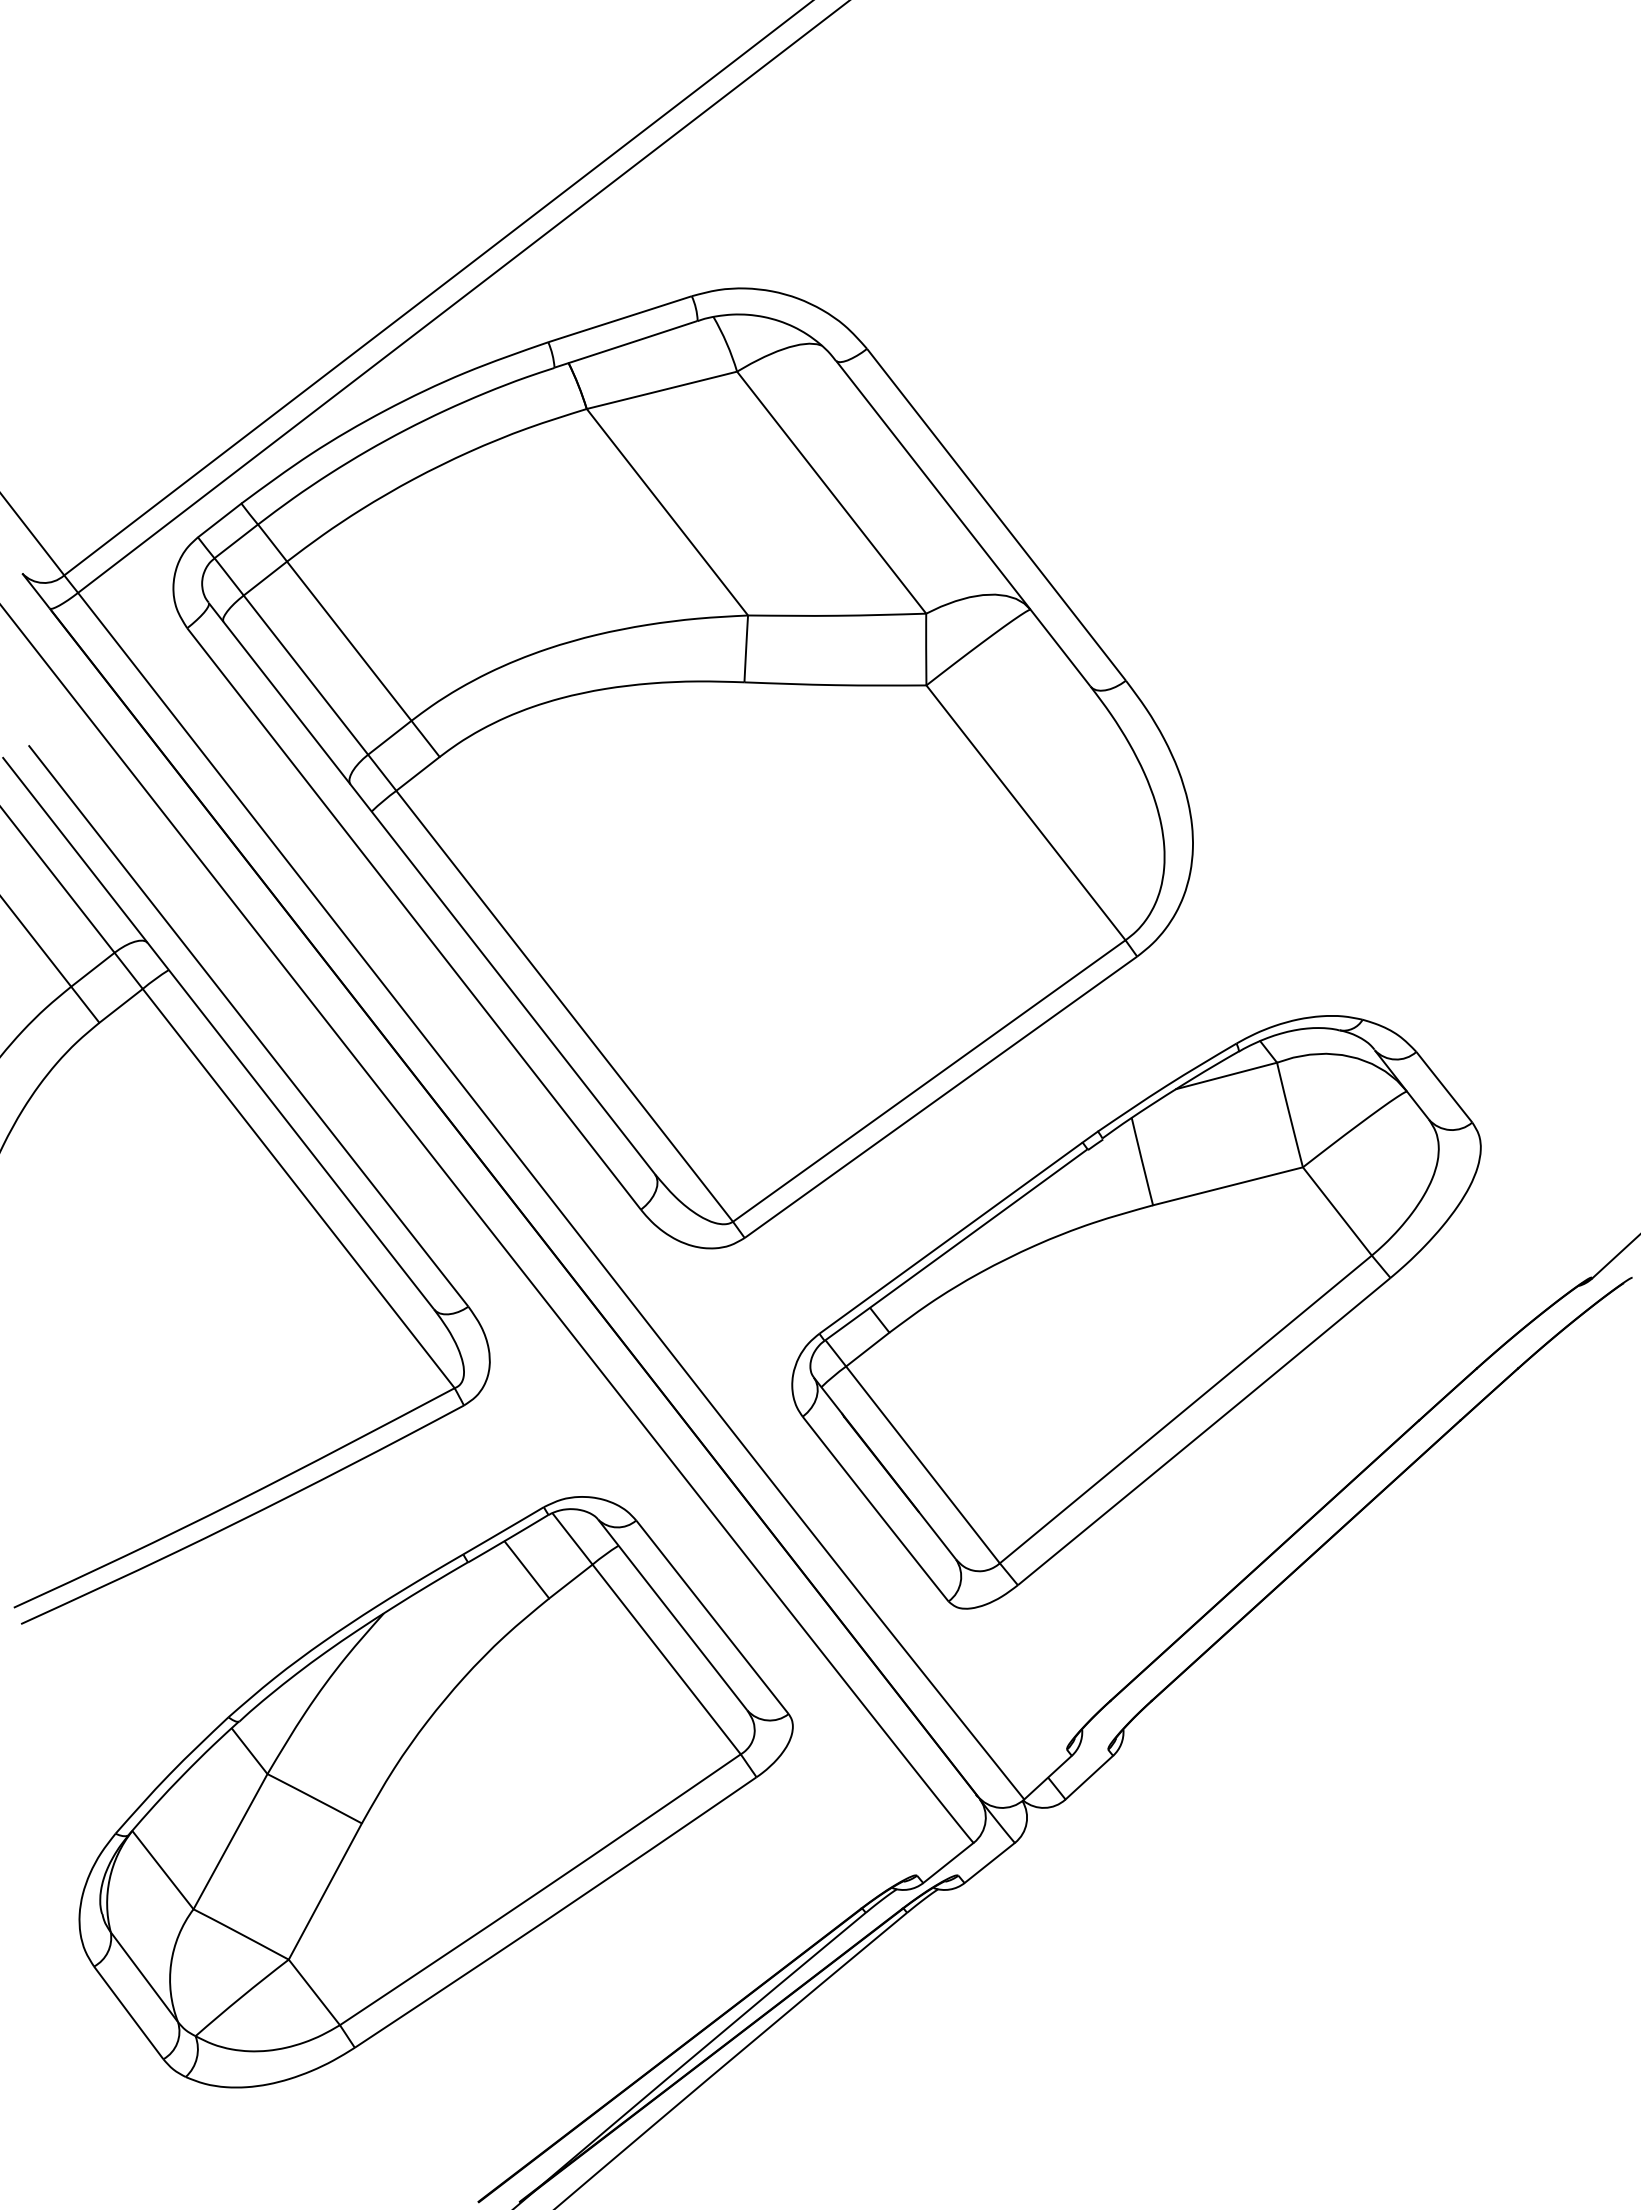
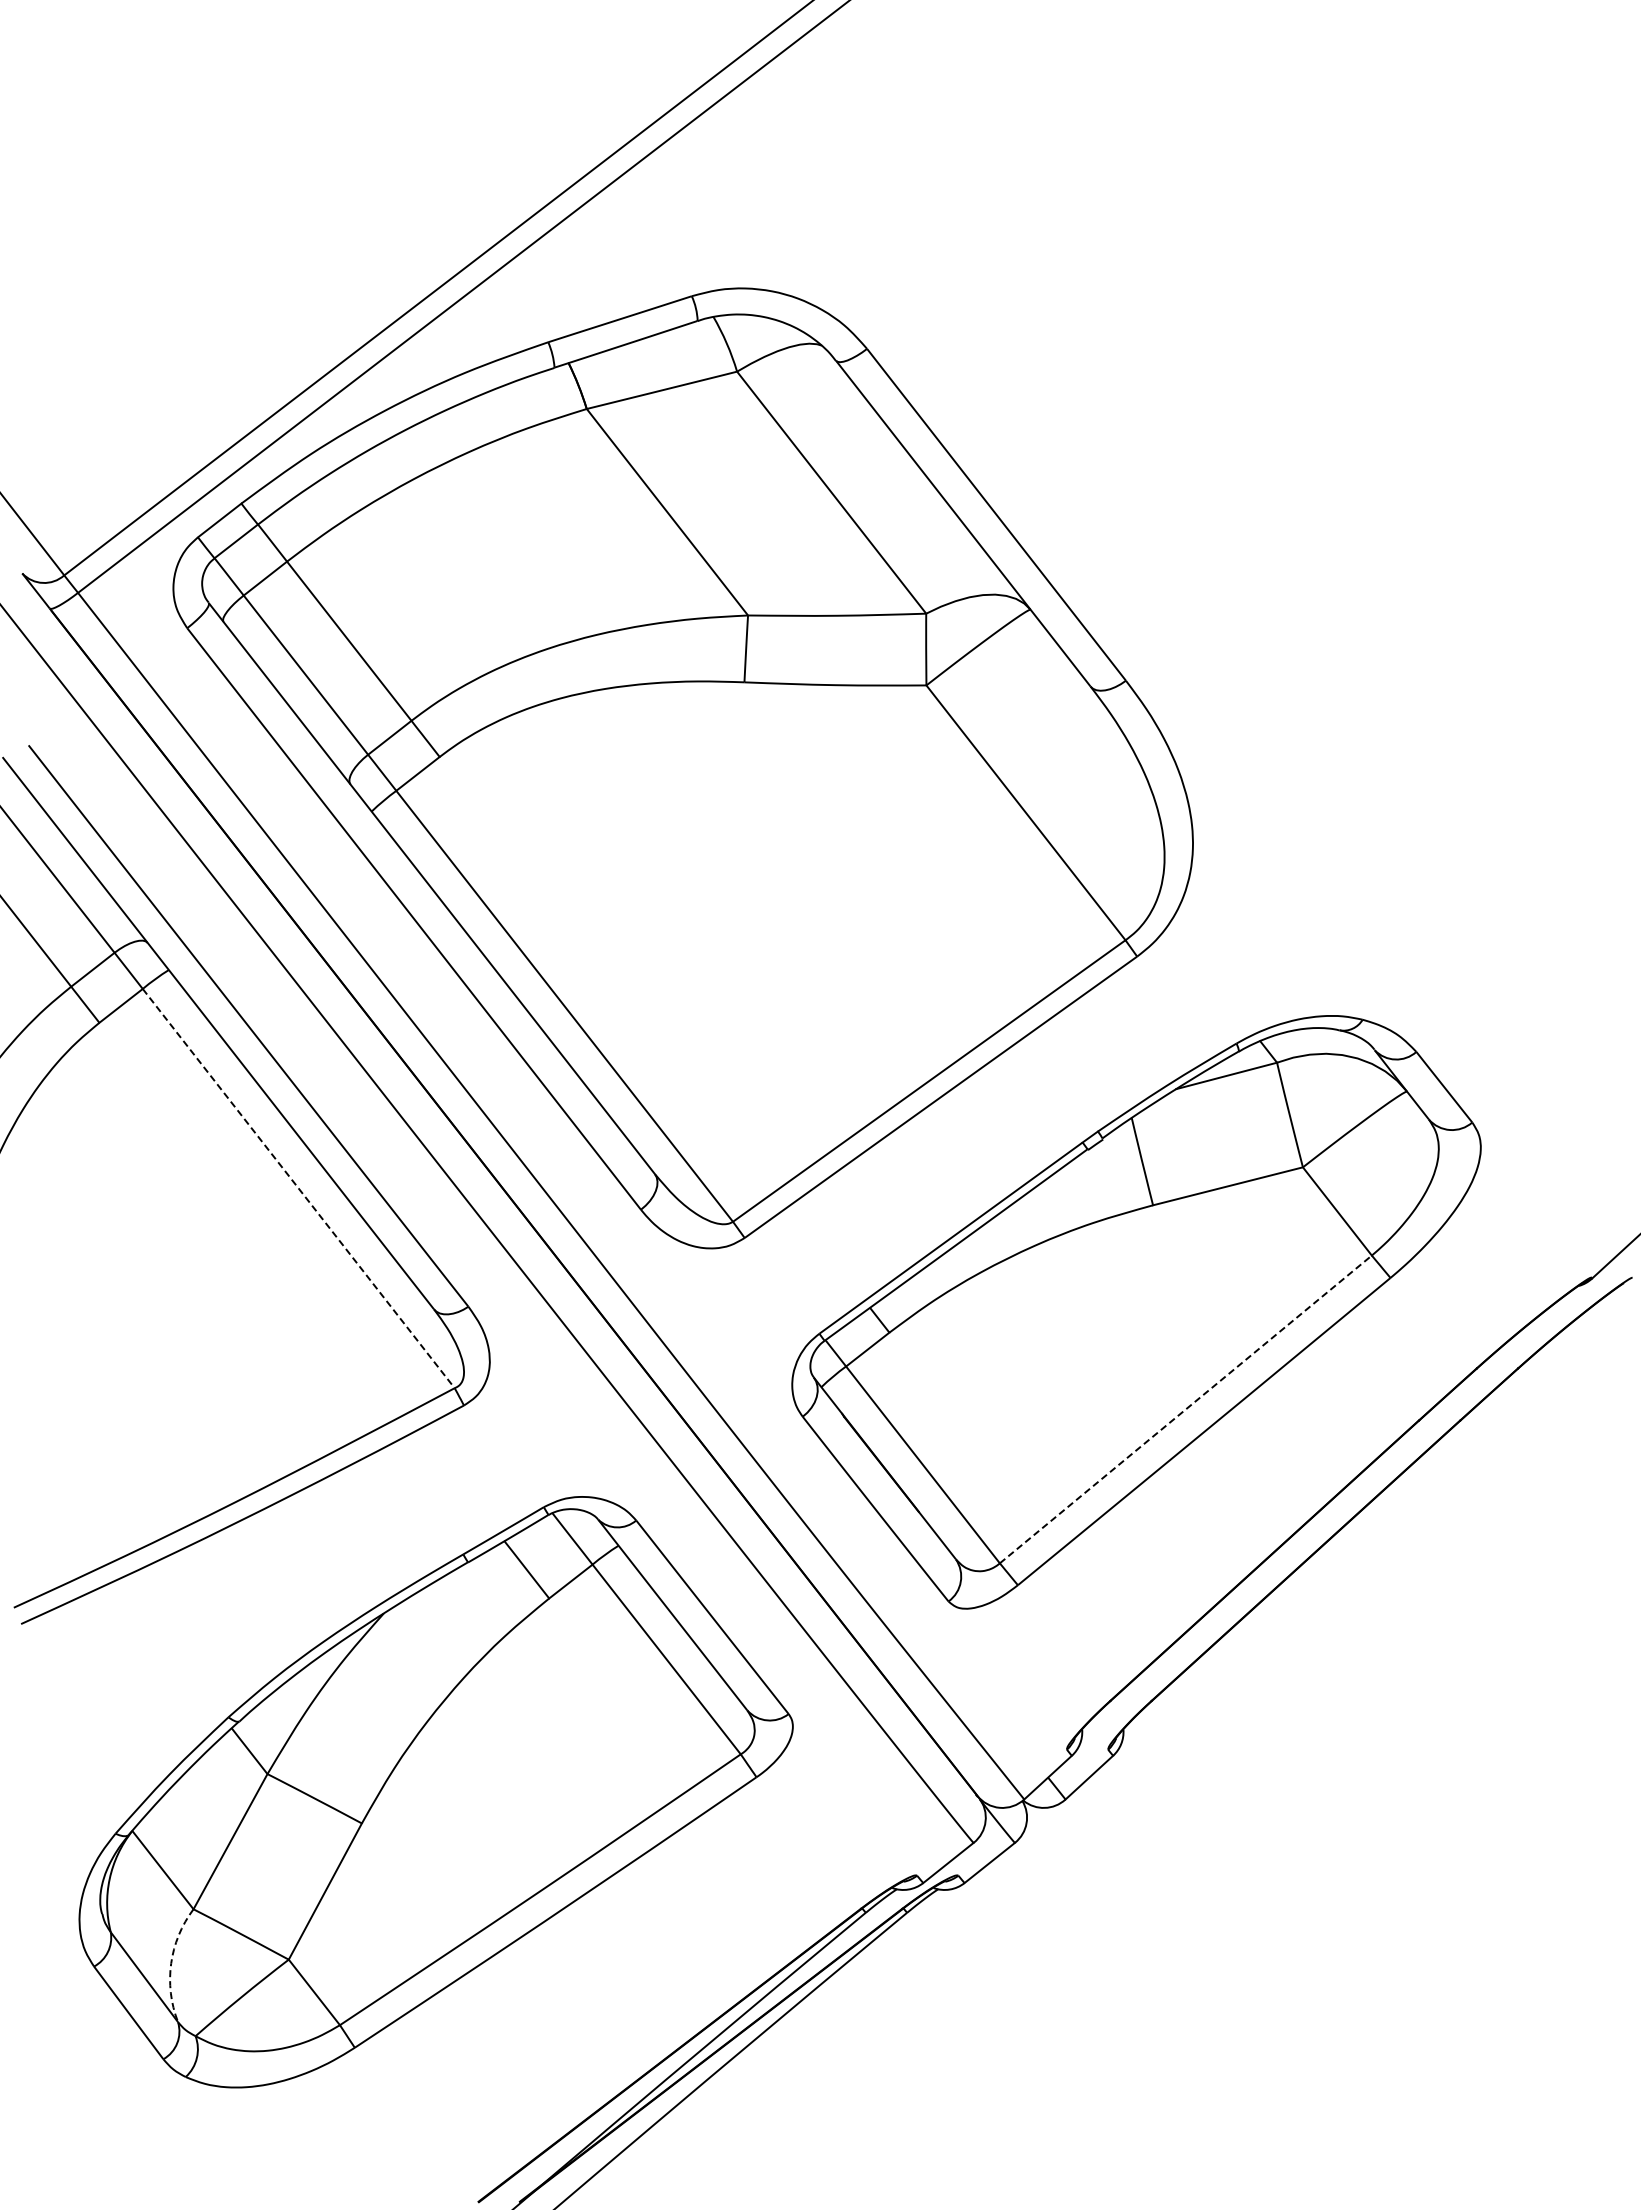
line at (299, 1188): solid -> dashed
line at (1186, 1409): solid -> dashed
arc at (171, 1963): solid -> dashed
